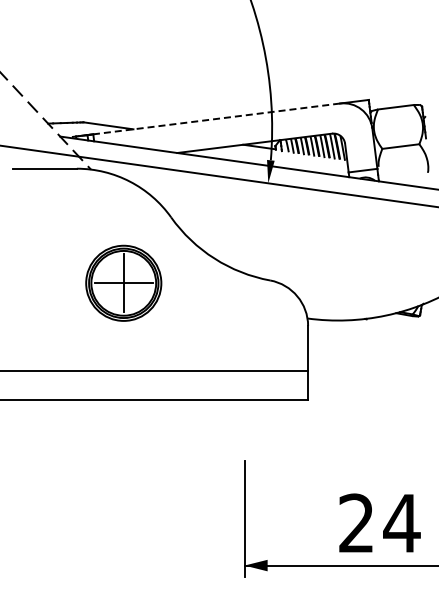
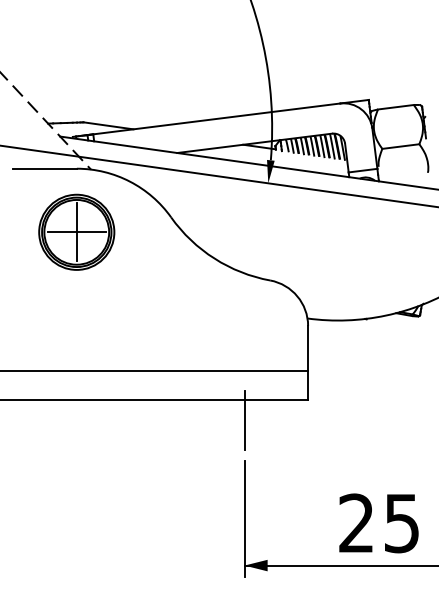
line at (216, 119): dashed -> solid
part at (123, 282) position: (123, 282) -> (76, 231)
line at (244, 420): none -> present
text at (401, 523): 24 -> 25
